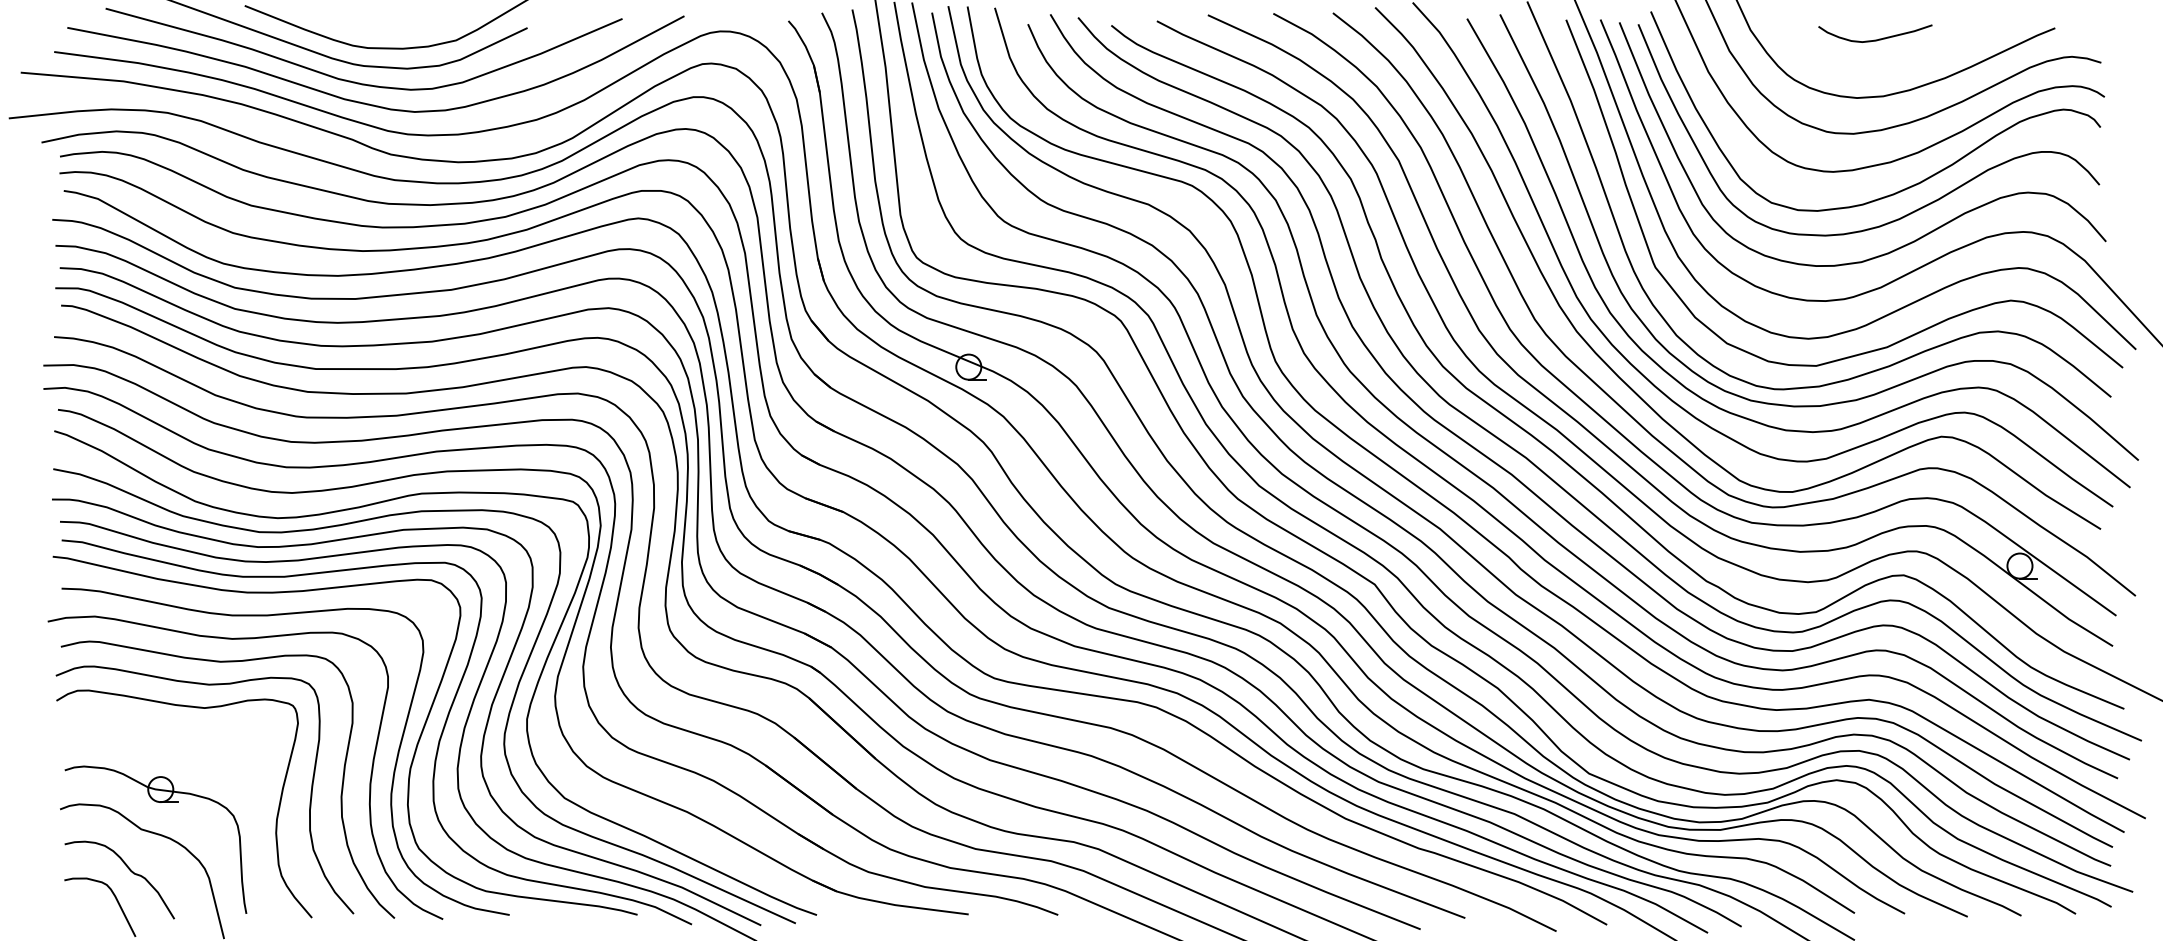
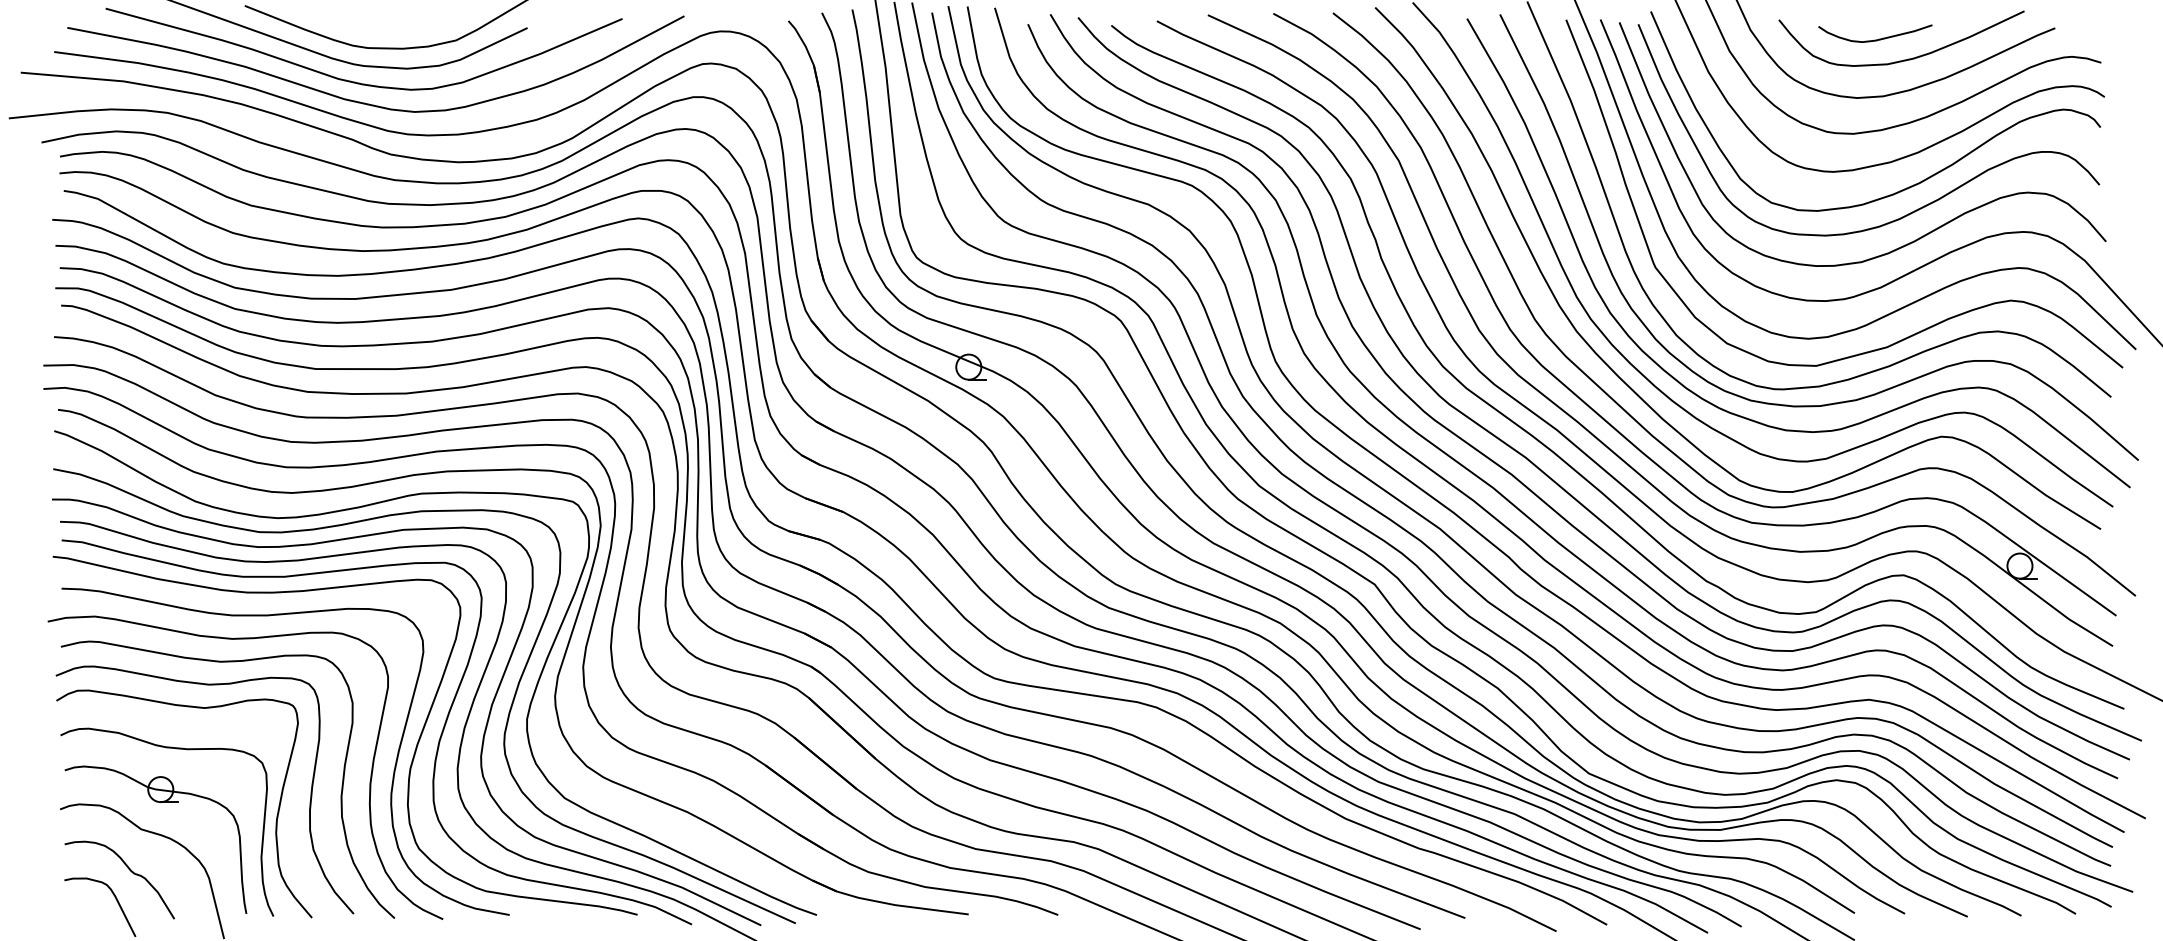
curve at (1903, 59): none -> present
curve at (176, 749): none -> present
